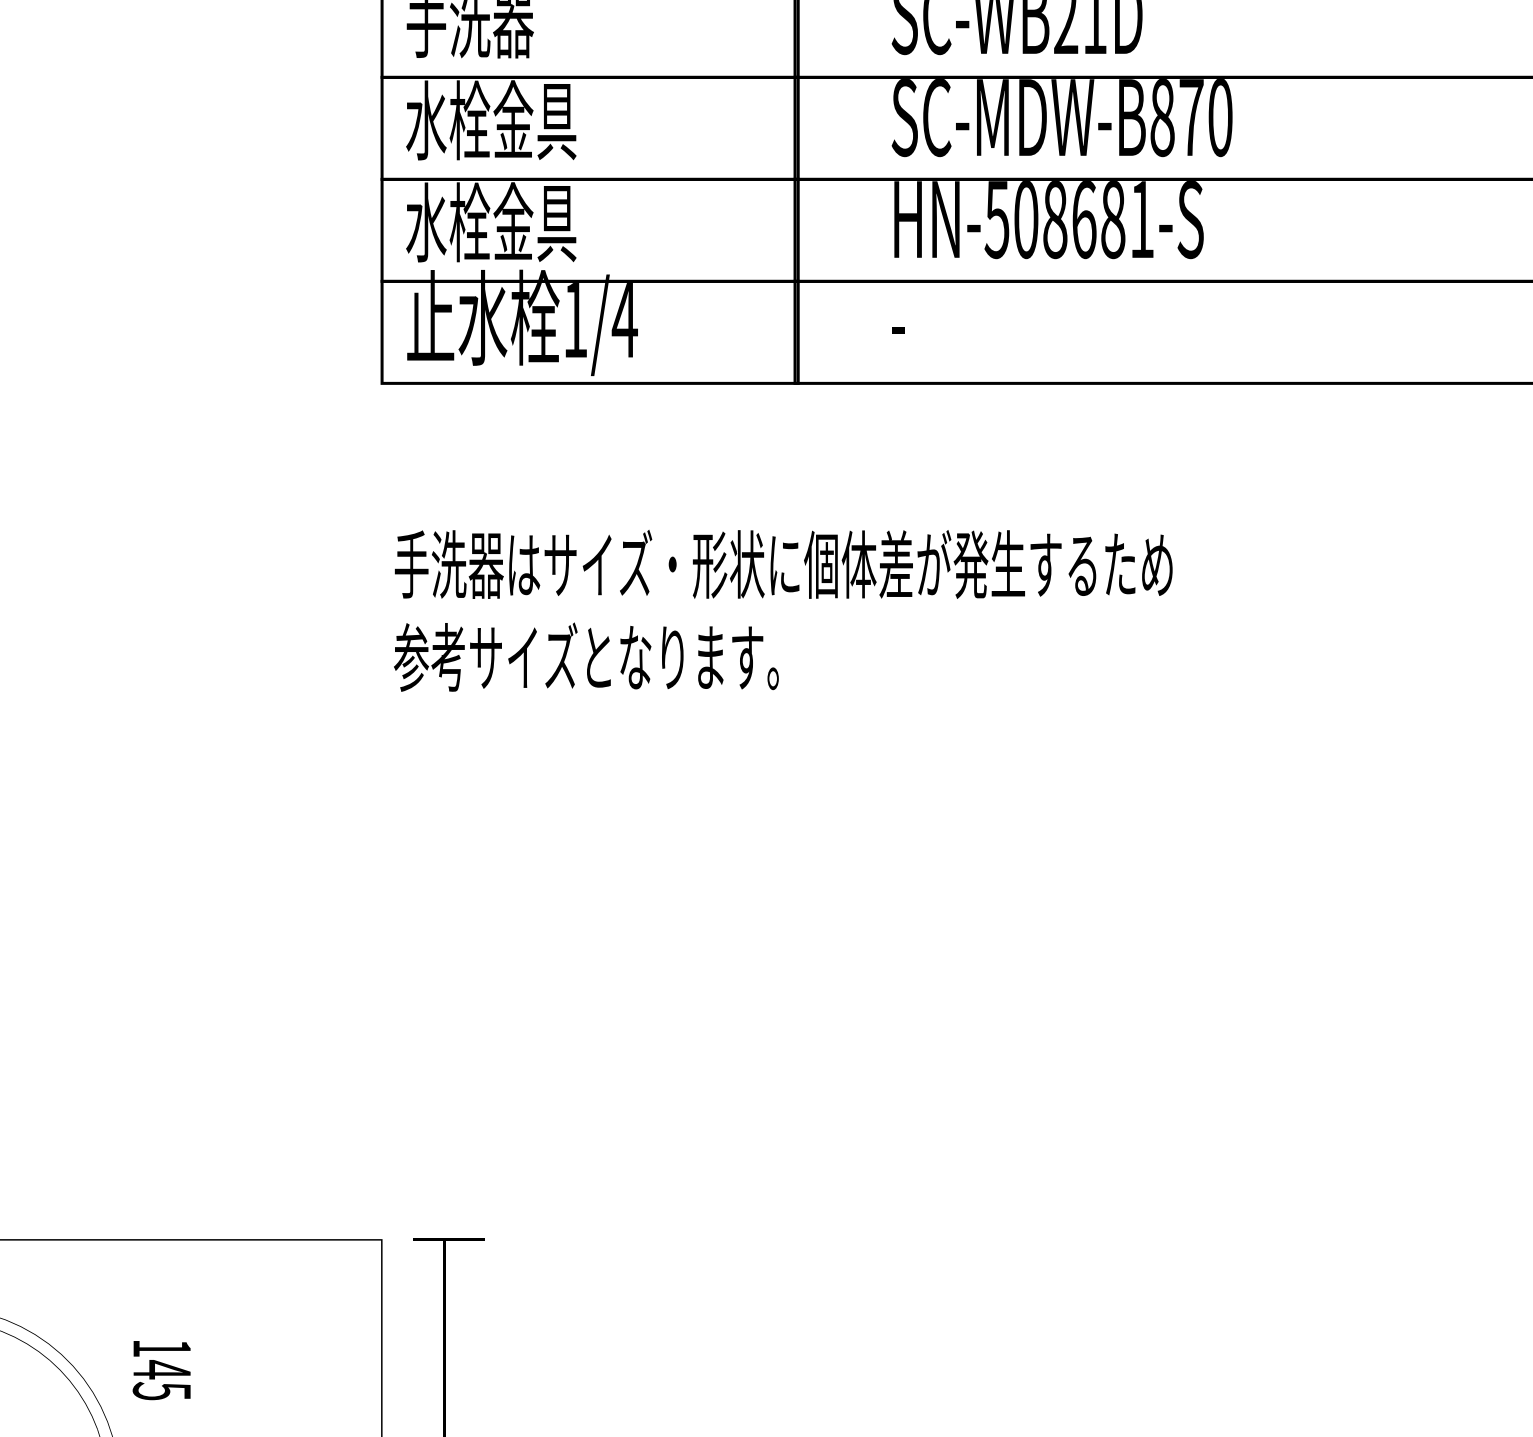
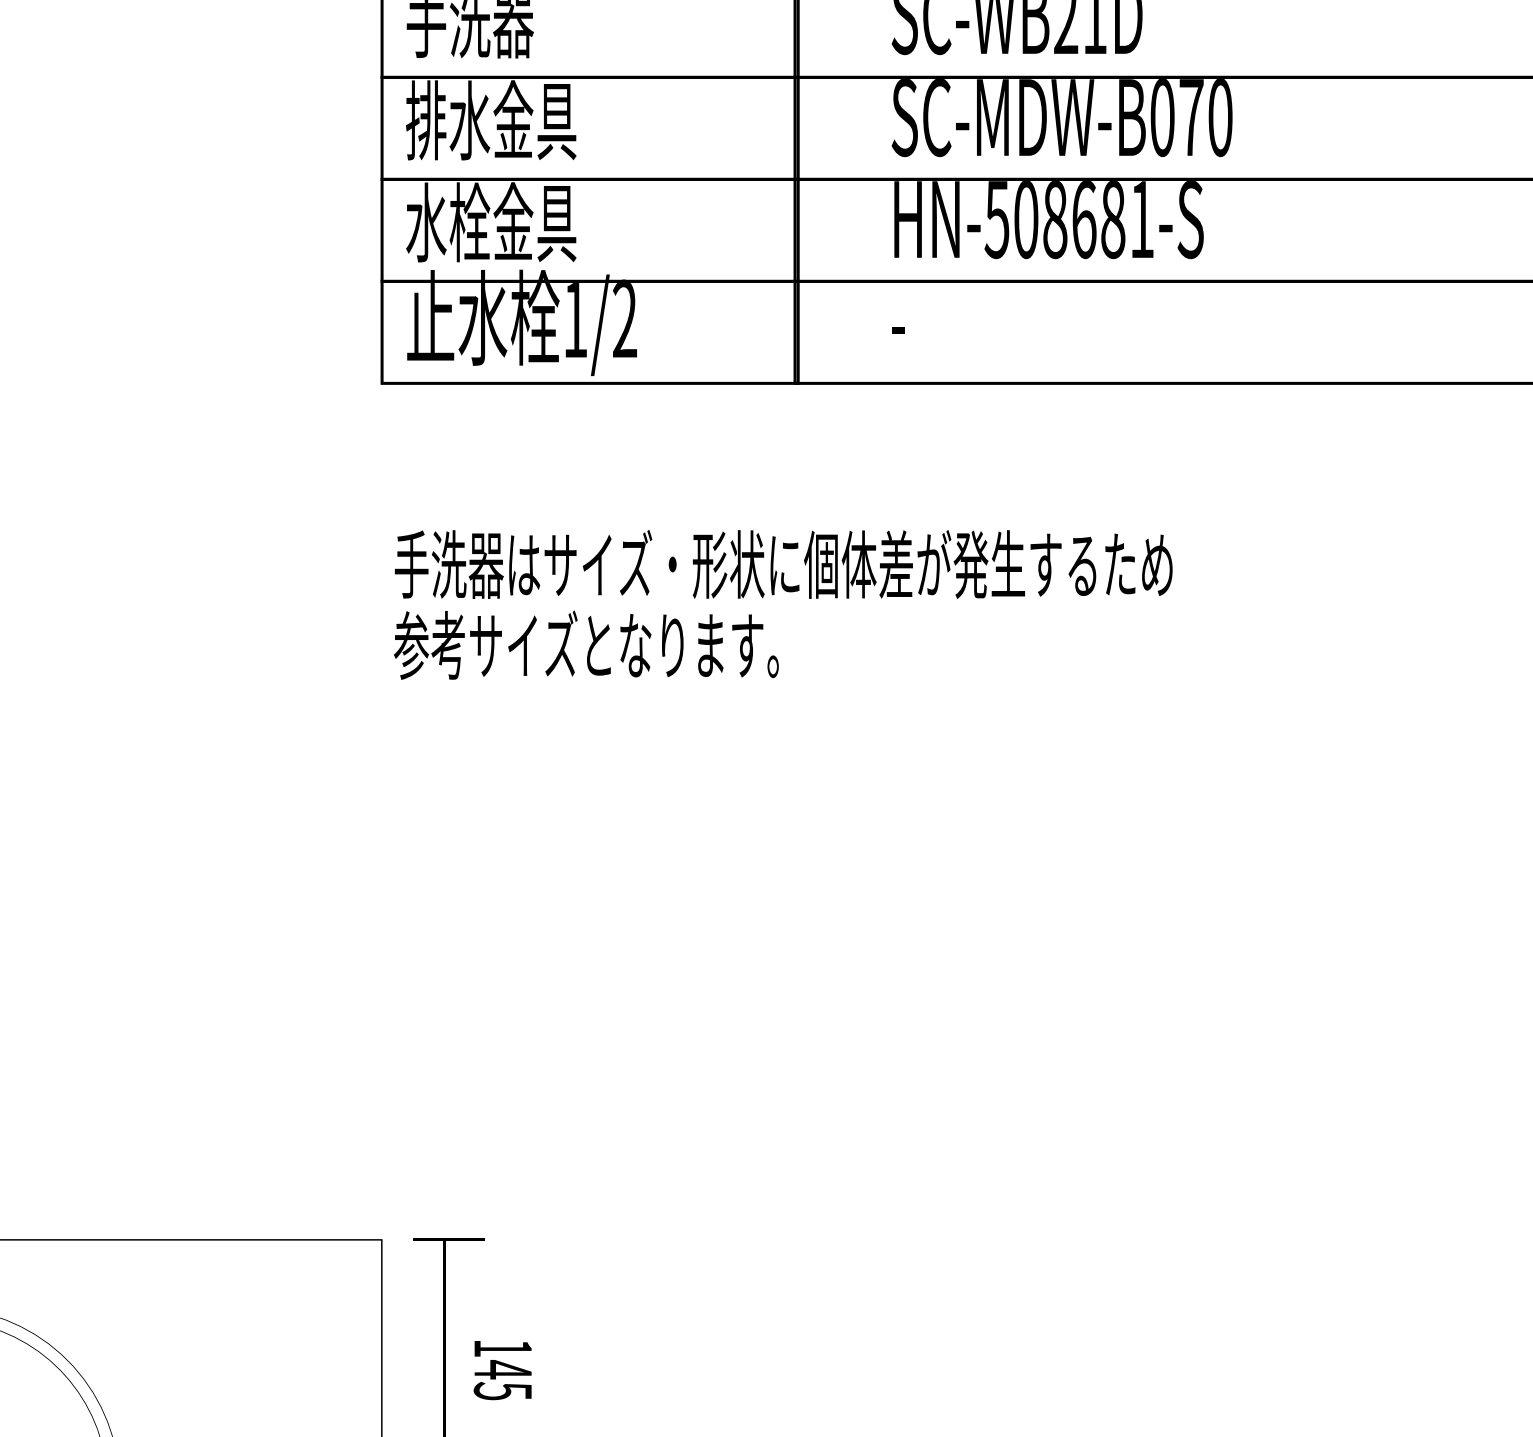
text at (1162, 117): SC-MDW-B870 -> SC-MDW-B070
text at (448, 120): 水栓金具 -> 排水金具
text at (624, 318): 1/4 -> 1/2
text at (586, 656) position: (586, 656) -> (586, 644)
text at (161, 1370) position: (161, 1370) -> (502, 1370)
